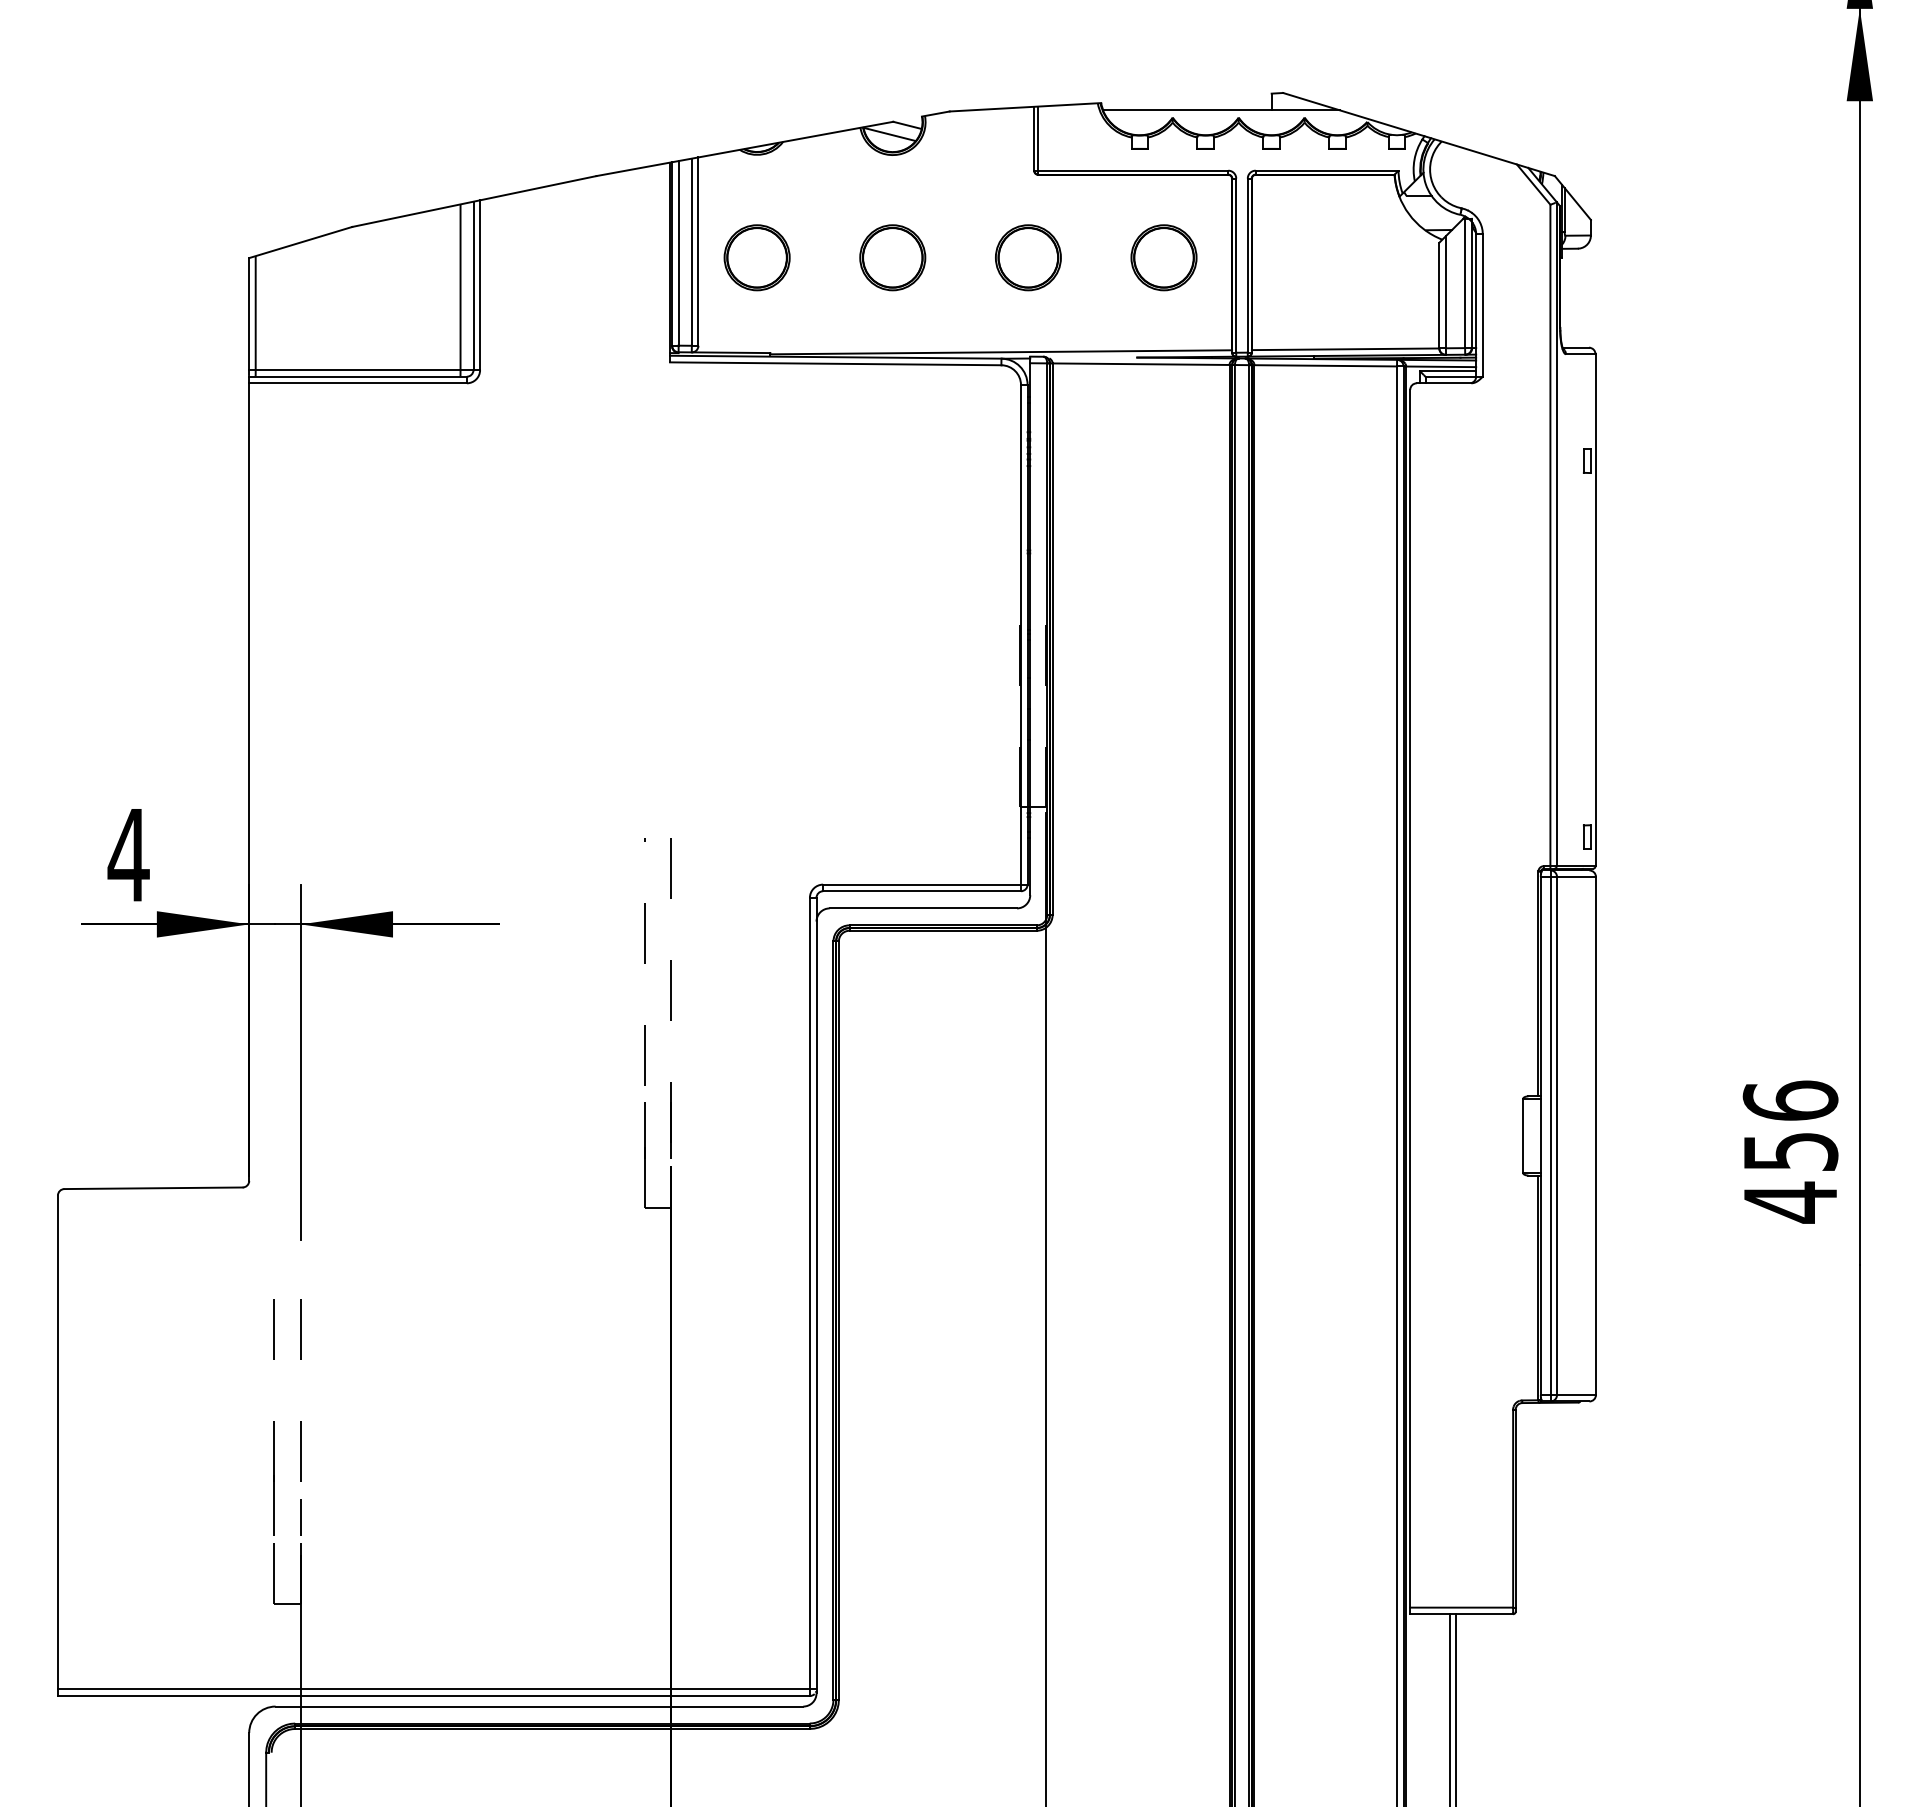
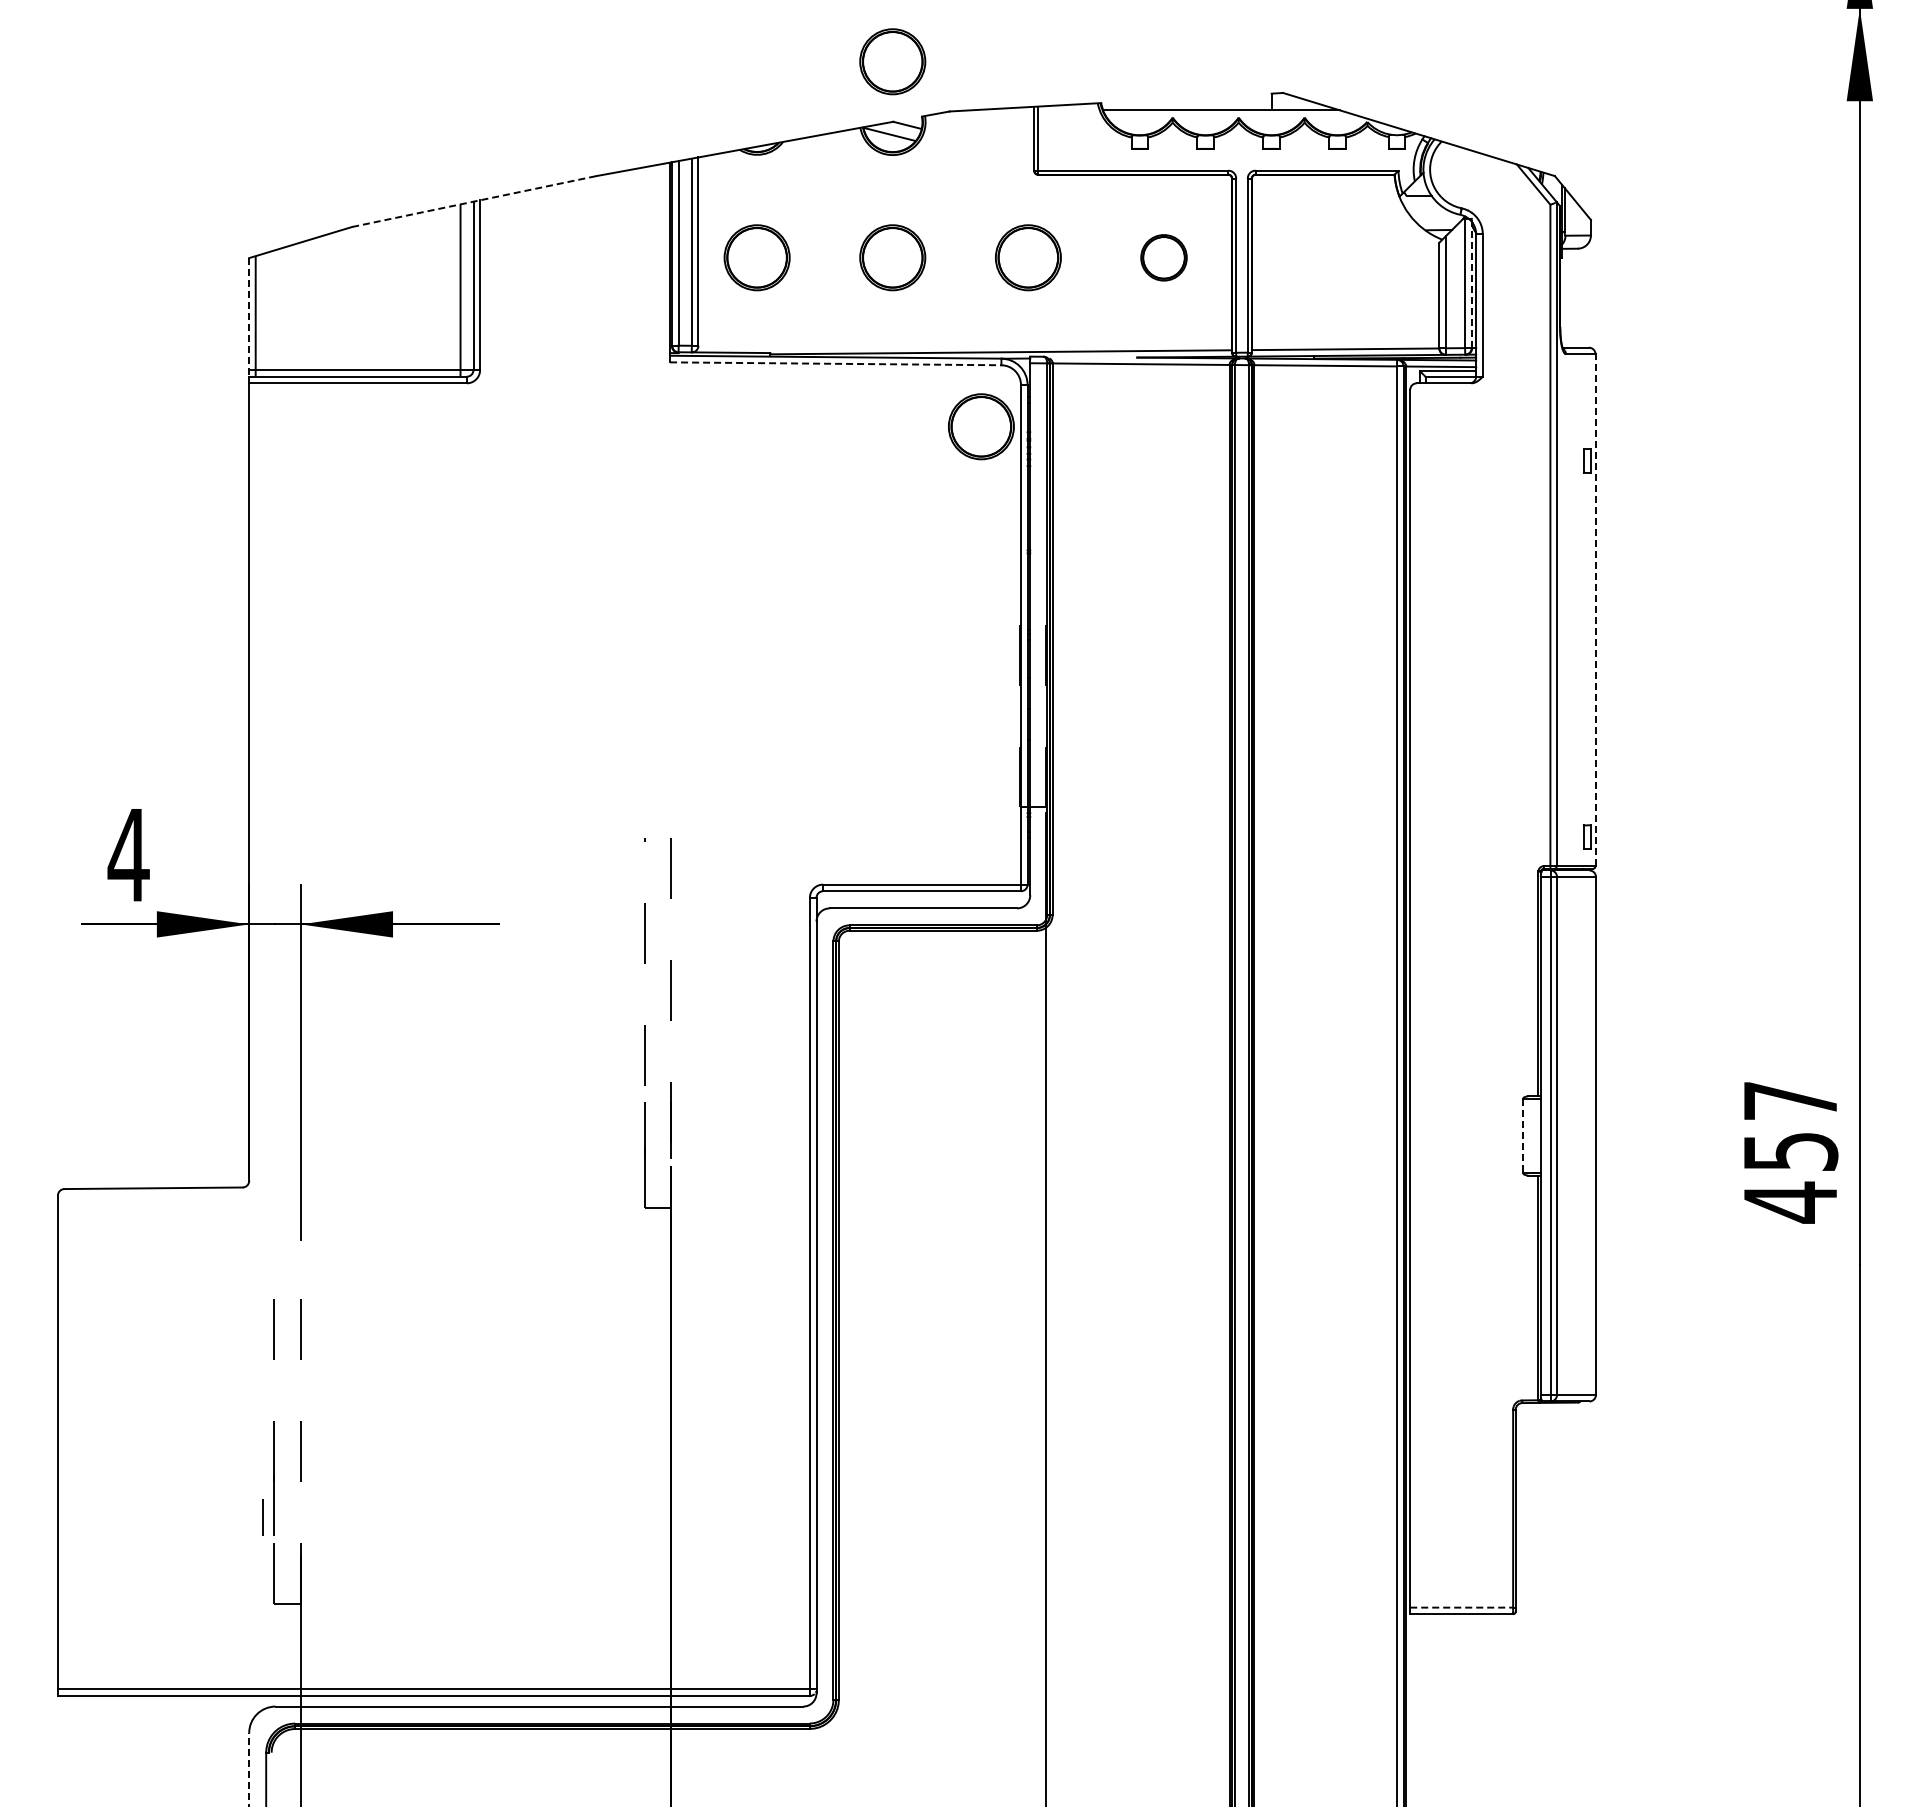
part at (892, 61): none -> present
line at (474, 201): solid -> dashed
part at (1163, 257) size: 68x68 px -> 48x48 px
line at (1471, 283): solid -> dashed
line at (249, 315): solid -> dashed
line at (835, 363): solid -> dashed
part at (981, 426): none -> present
line at (1595, 610): solid -> dashed
text at (1790, 1100): 456 -> 457
line at (1523, 1135): solid -> dashed
line at (300, 1517) position: (300, 1517) -> (262, 1517)
line at (1462, 1607): solid -> dashed
line at (1449, 1708): present -> none
line at (1456, 1708): present -> none
line at (249, 1769): solid -> dashed
